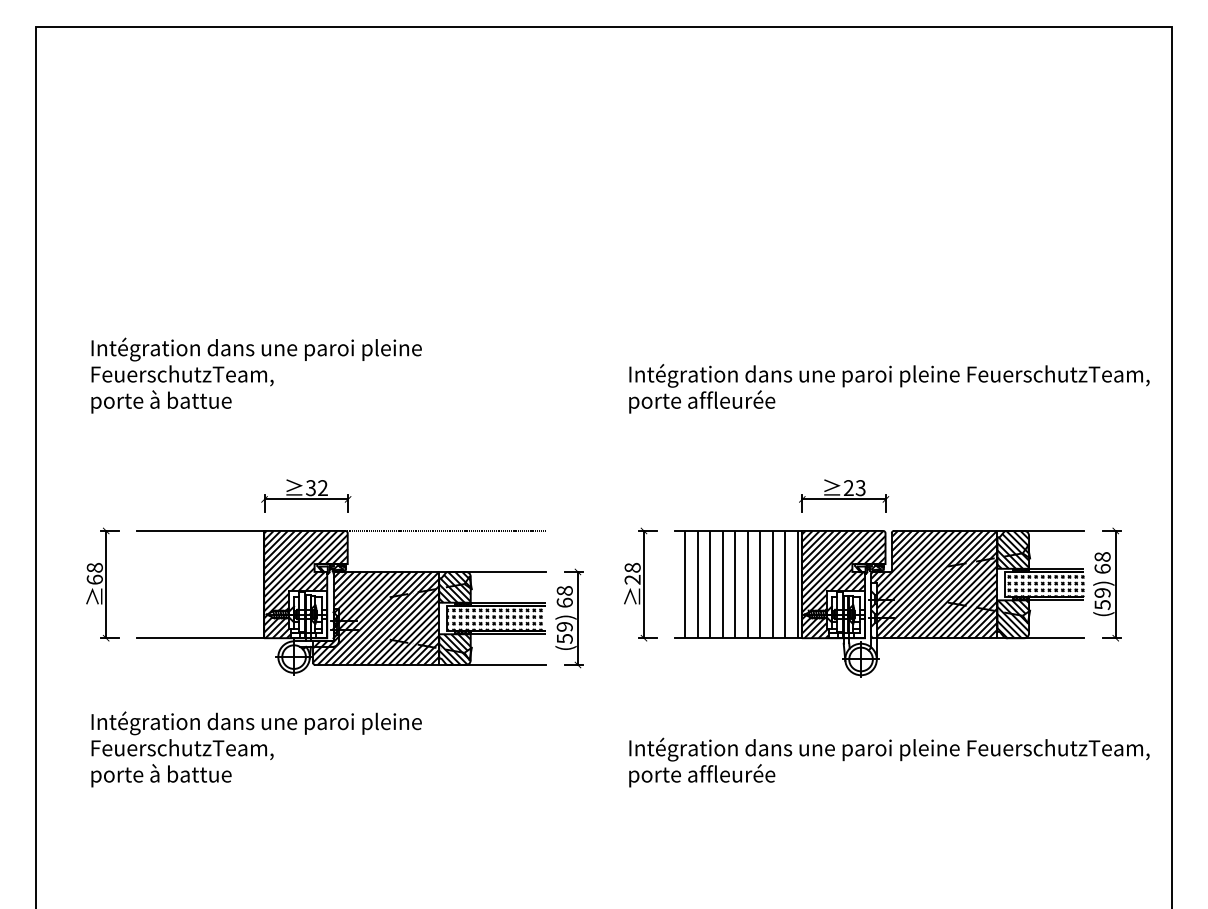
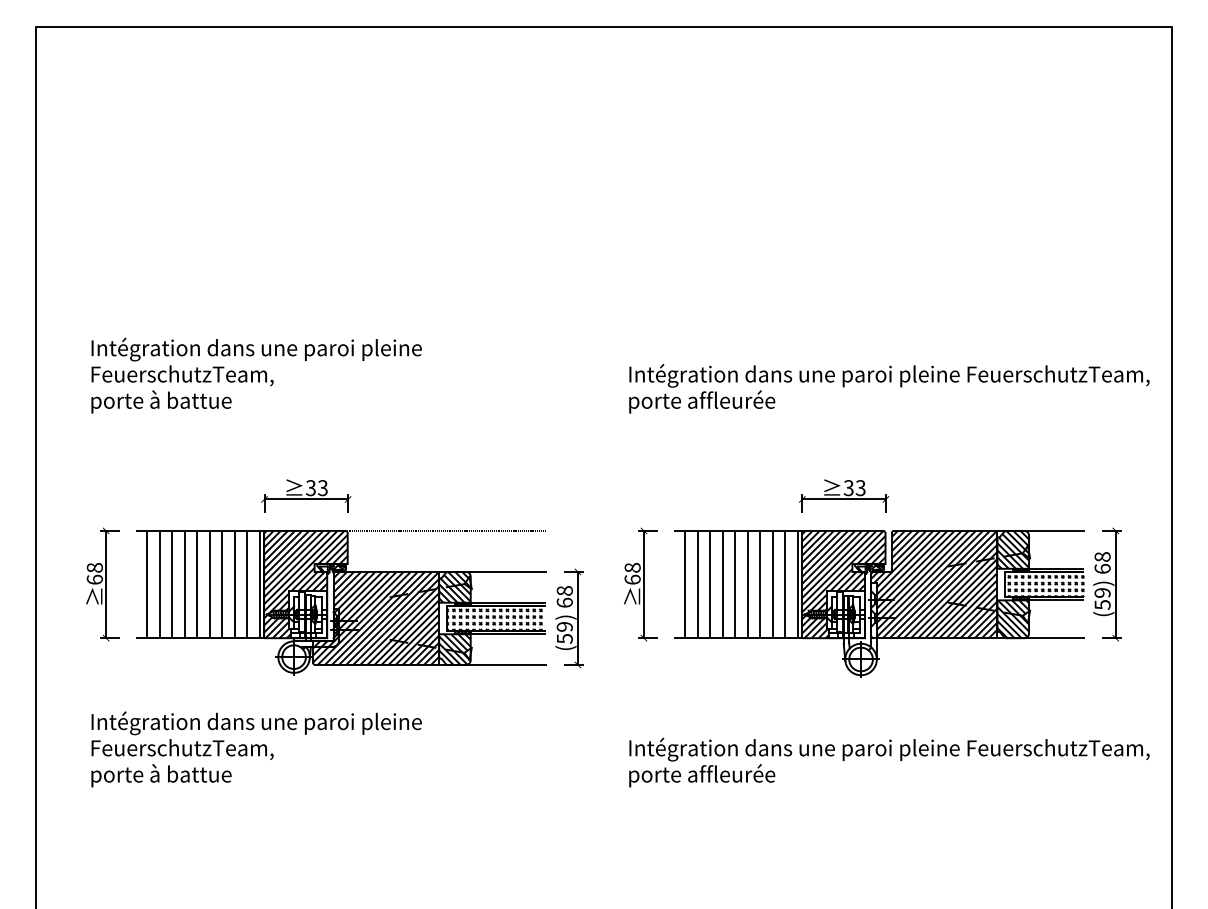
text at (322, 488): 32 -> 33
text at (848, 488): 23 -> 33
text at (632, 579): 28 -> 68
hatch at (202, 584): none -> present
